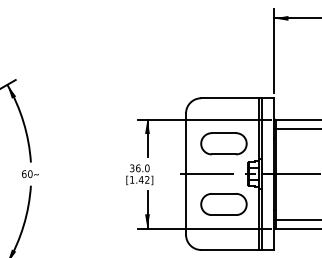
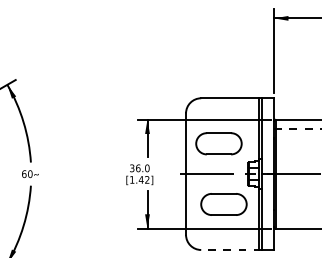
line at (297, 128): solid -> dashed
part at (223, 143) position: (223, 143) -> (218, 143)
line at (296, 219): present -> none
line at (231, 249): solid -> dashed
